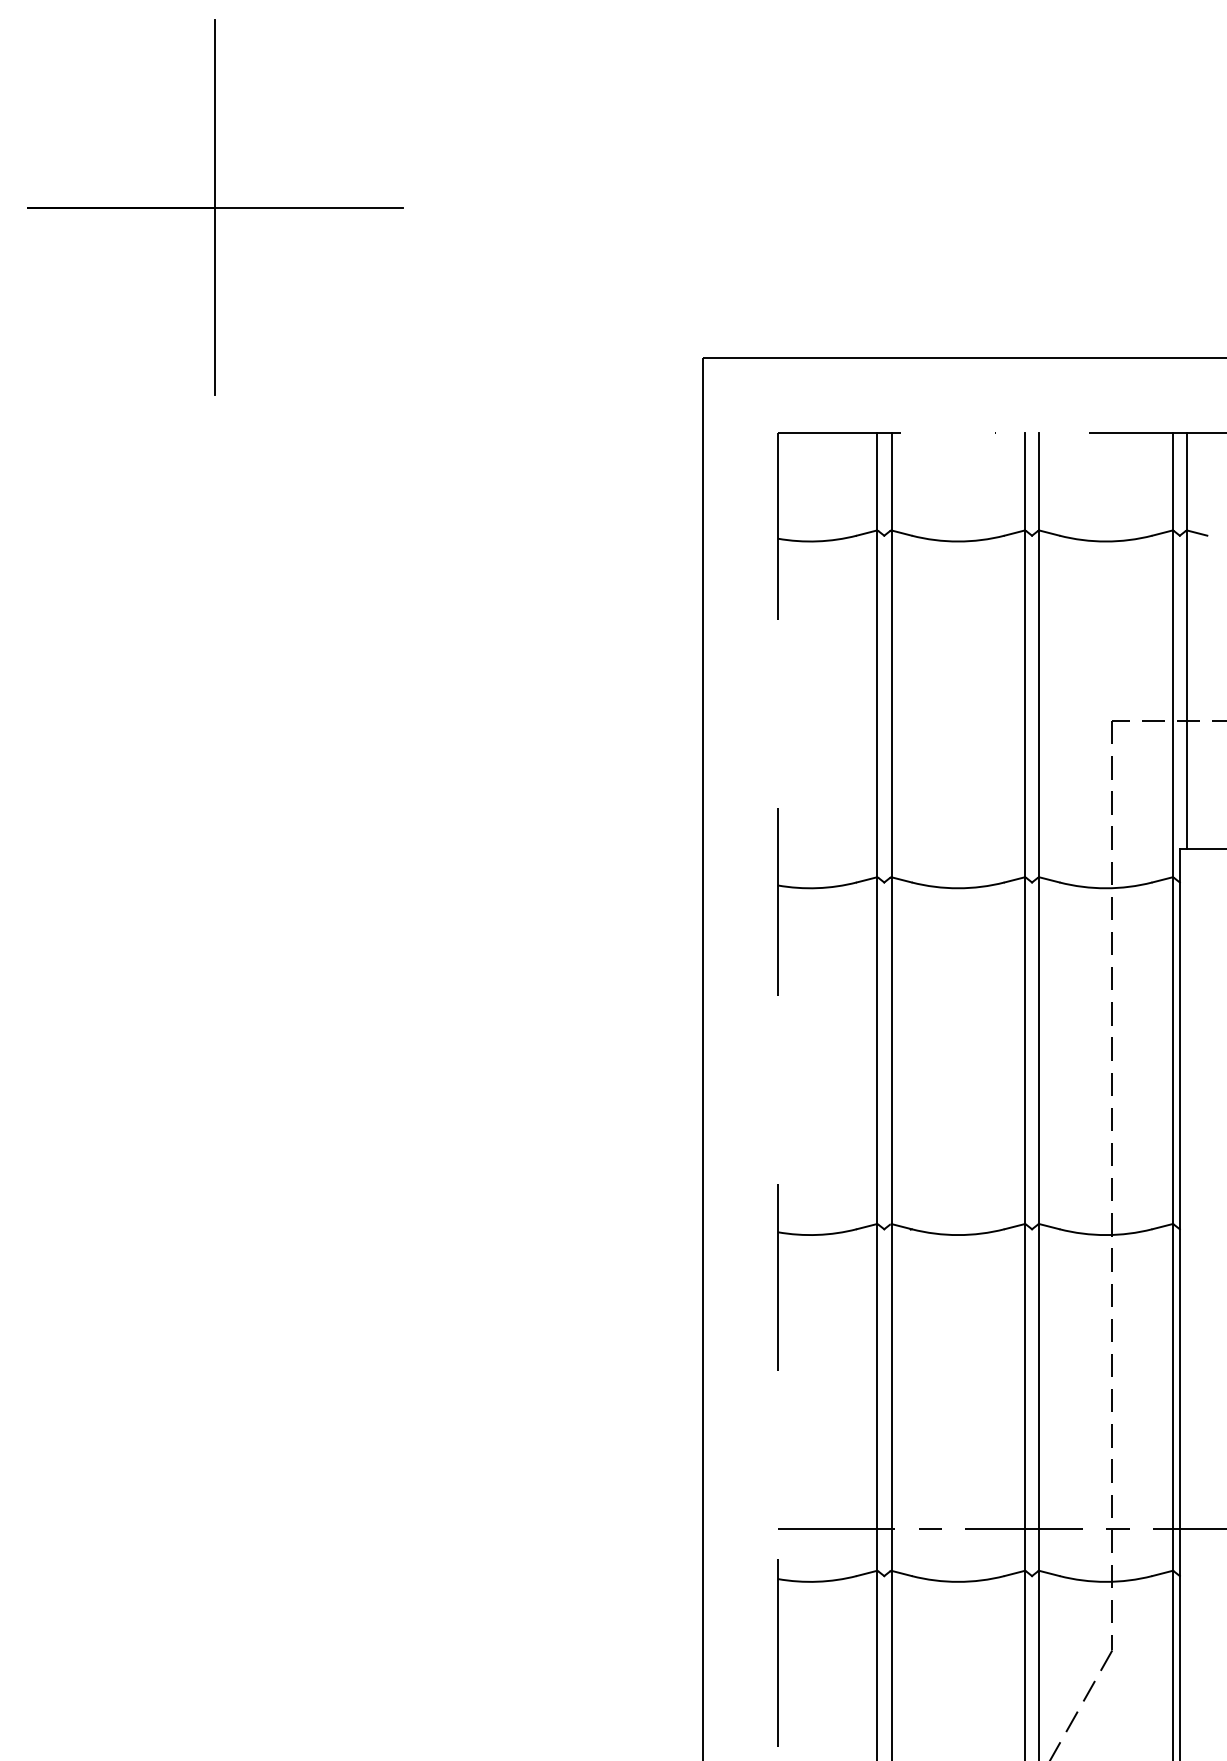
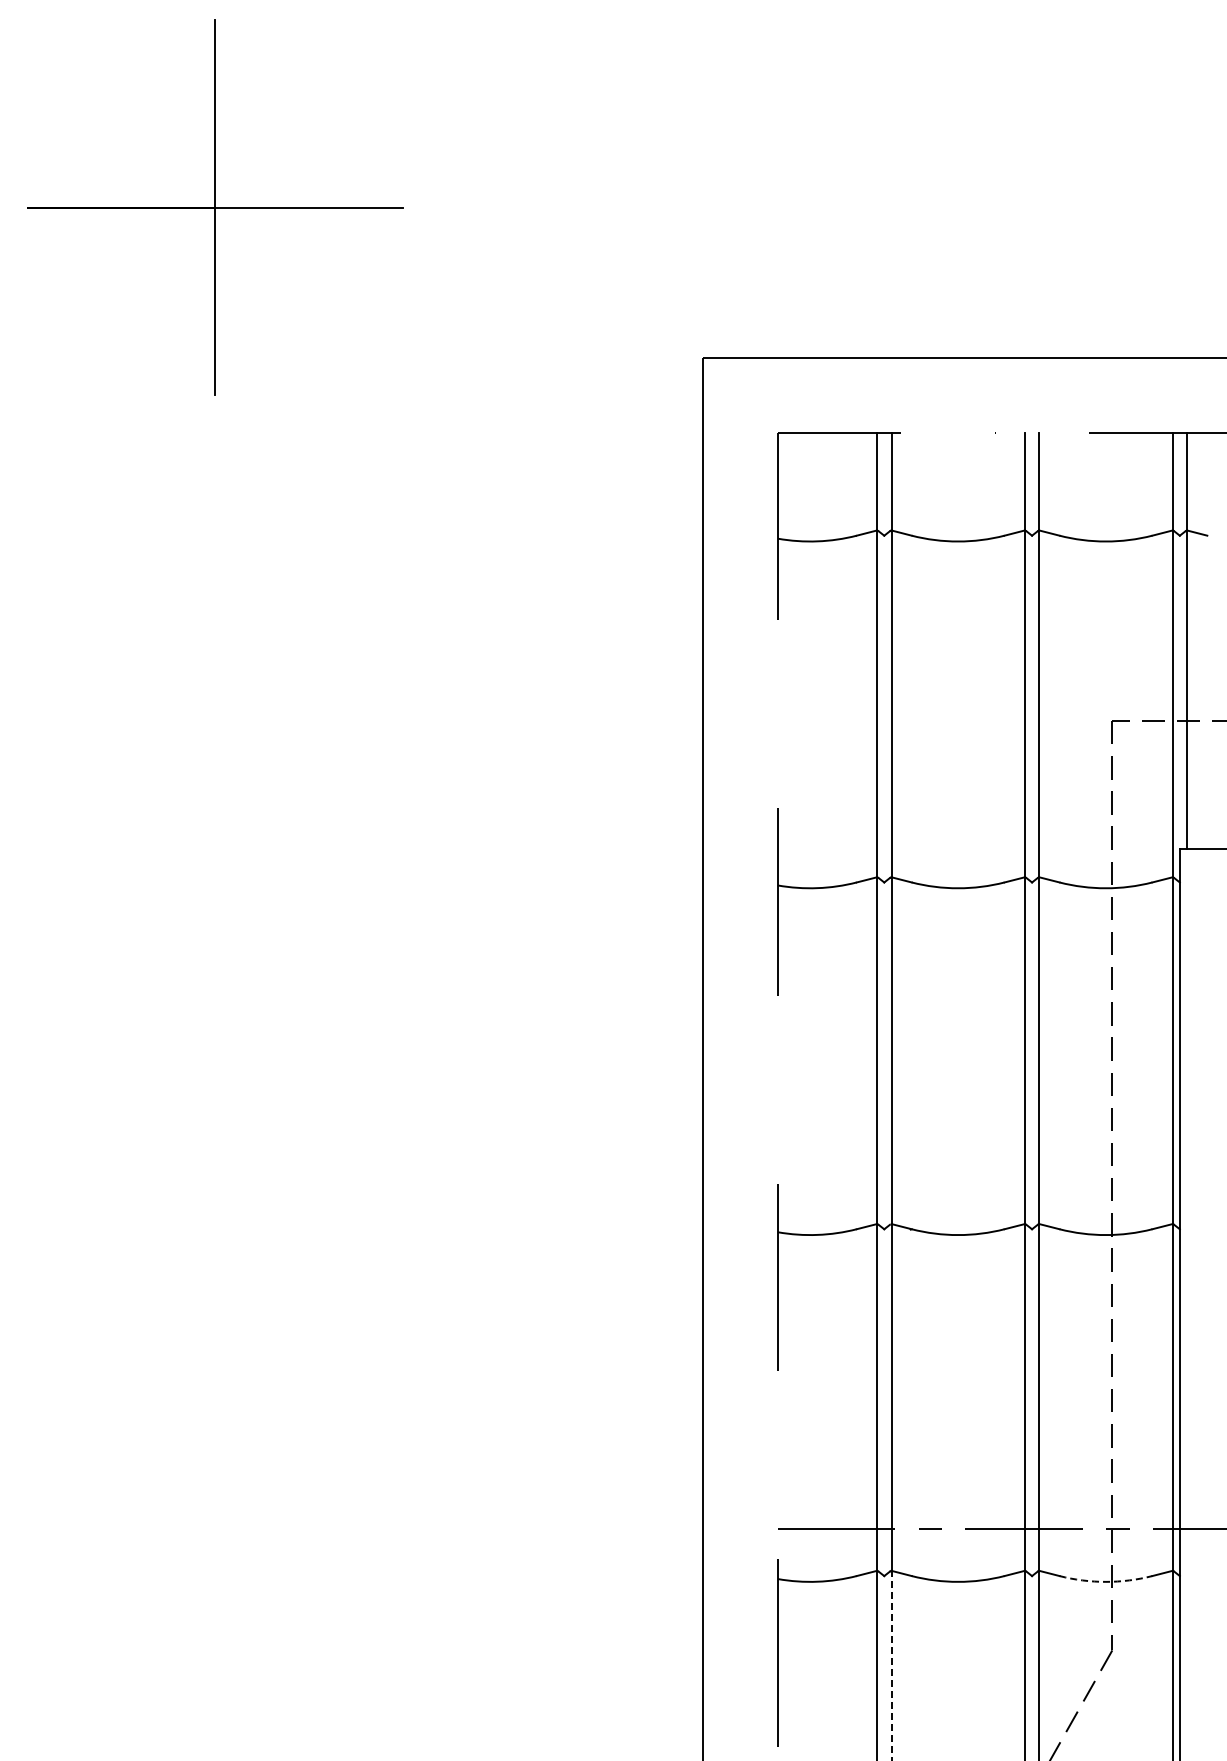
arc at (1105, 1581): solid -> dashed
line at (891, 1665): solid -> dashed
